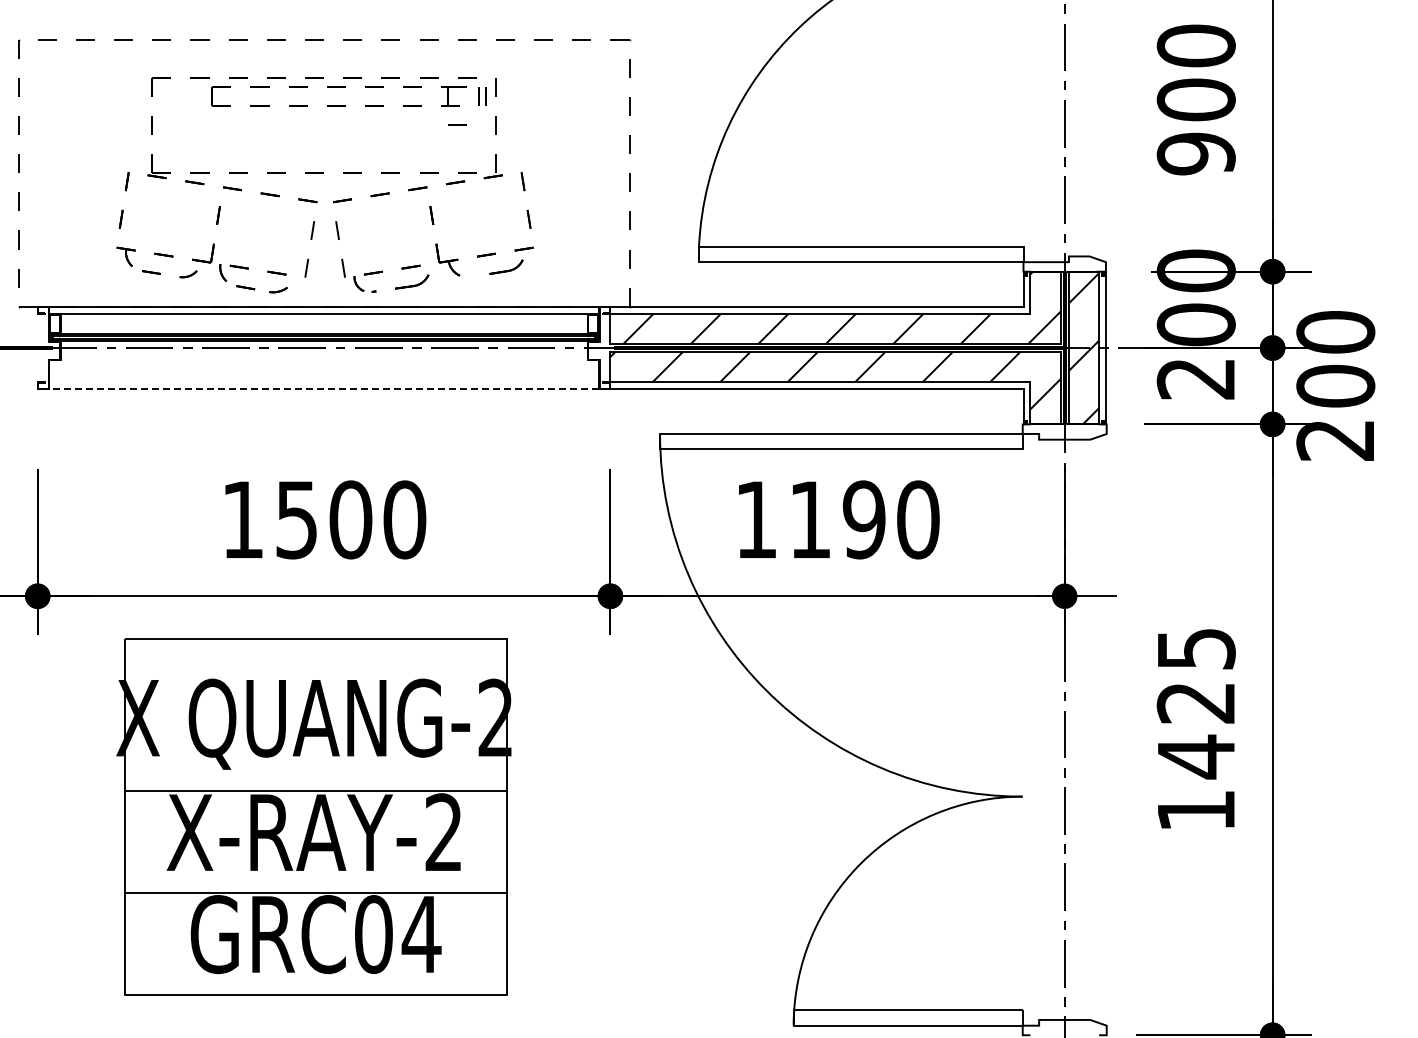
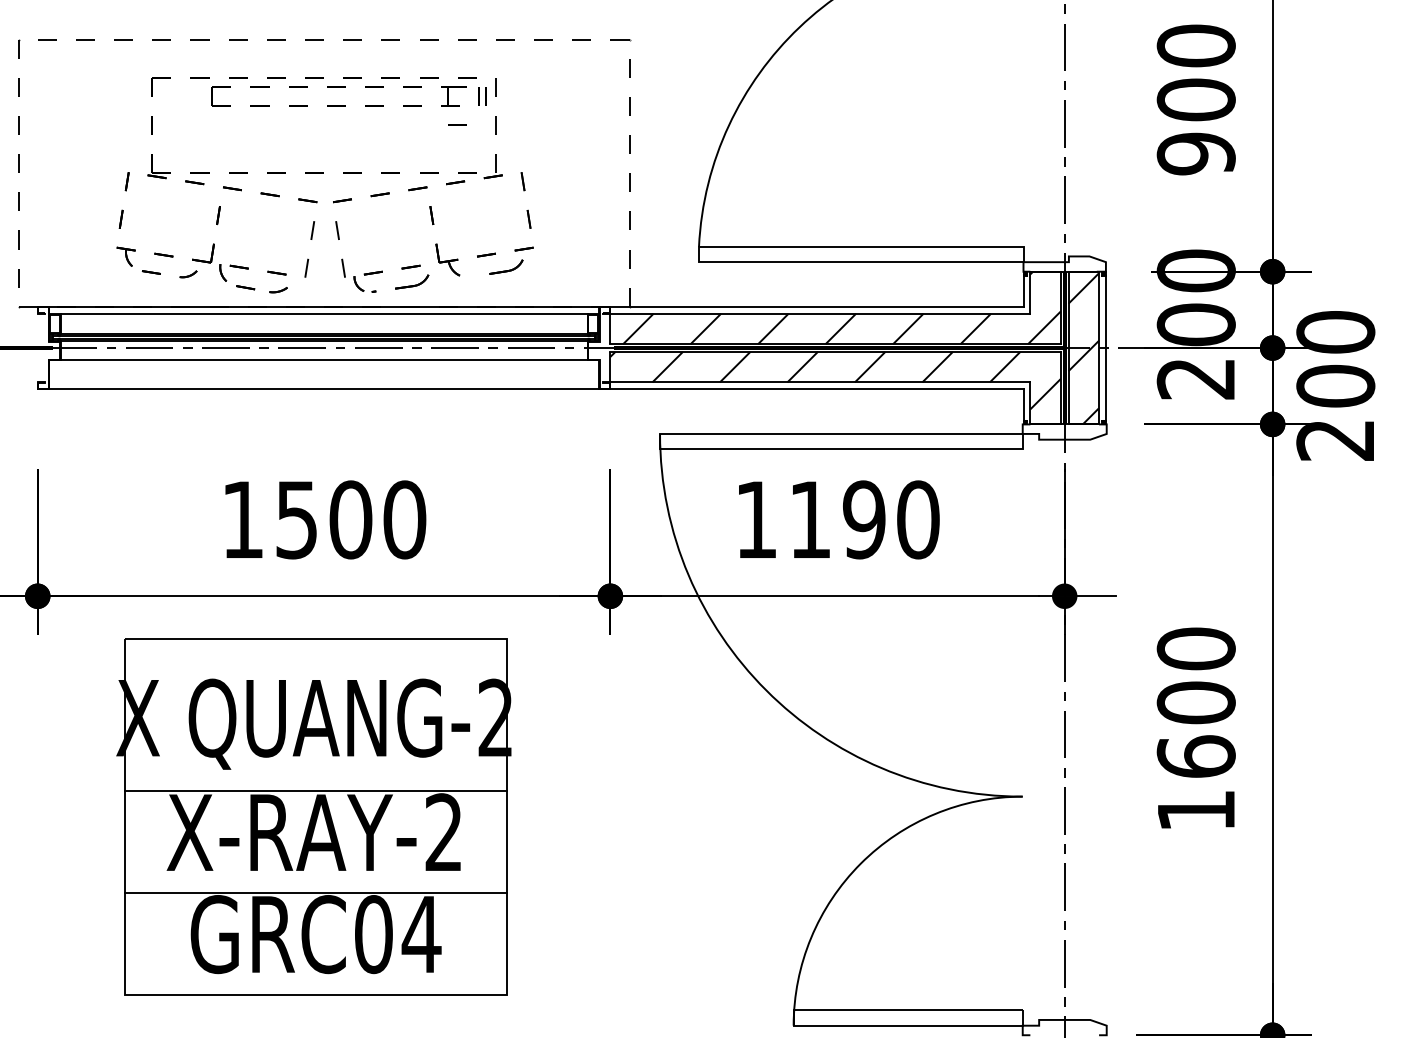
line at (323, 360): none -> present
line at (324, 389): dashed -> solid
text at (1195, 703): 1425 -> 1600
